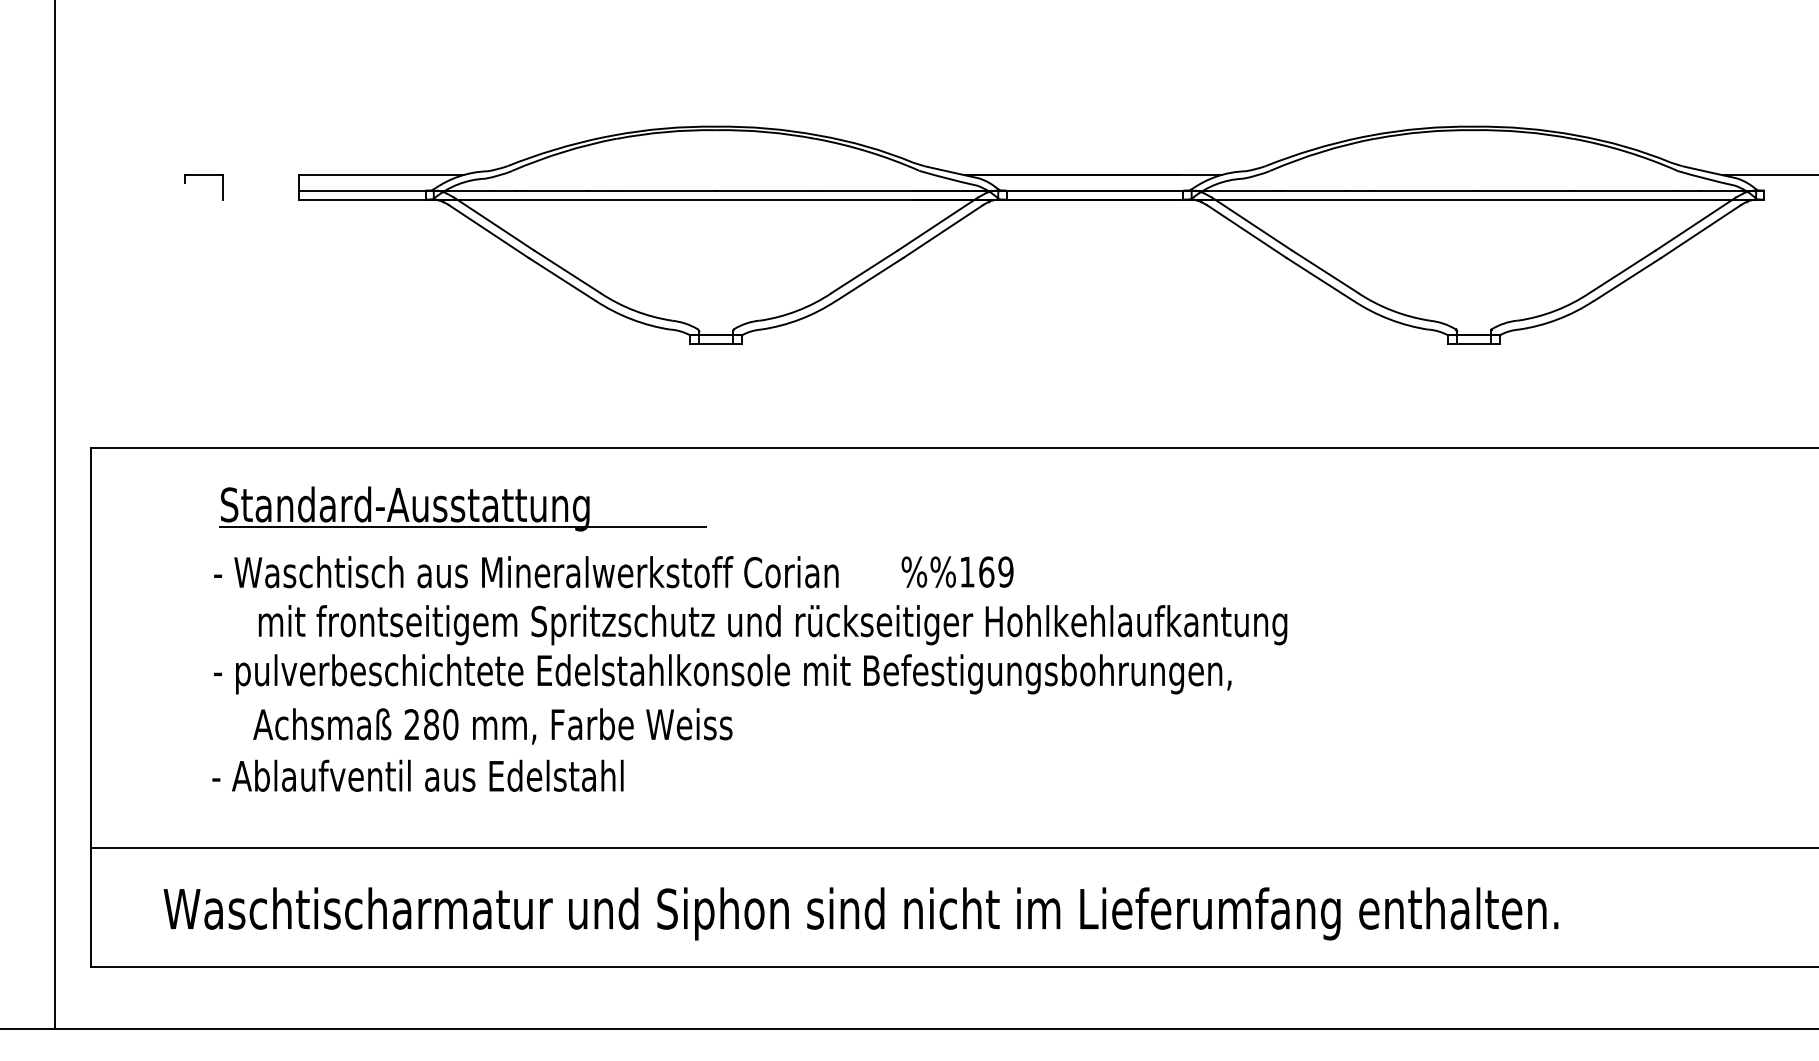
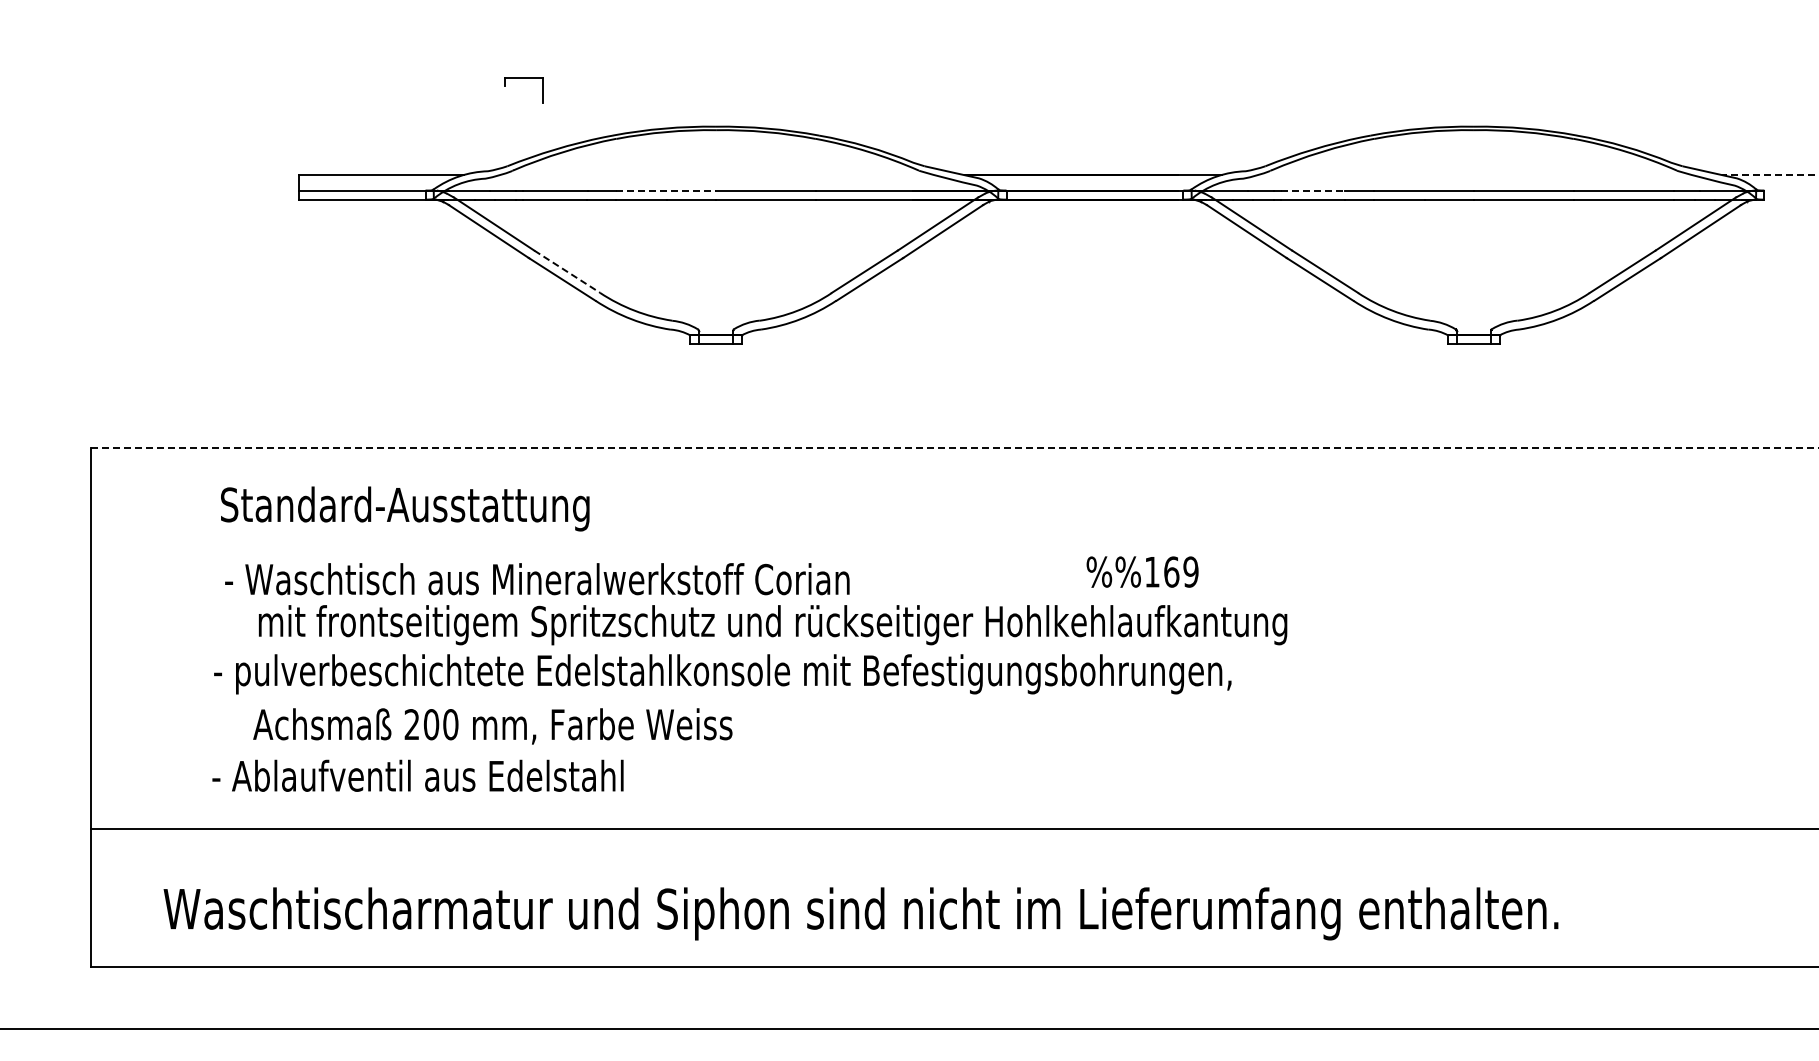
part at (203, 175) position: (203, 175) -> (523, 78)
line at (1771, 175): solid -> dashed
line at (666, 190): solid -> dashed
line at (1313, 190): solid -> dashed
line at (567, 272): solid -> dashed
line at (954, 448): solid -> dashed
line at (54, 515): present -> none
line at (462, 526): present -> none
text at (957, 571) position: (957, 571) -> (1142, 571)
text at (526, 572) position: (526, 572) -> (537, 579)
text at (431, 724): 280 -> 200
line at (953, 848) position: (953, 848) -> (953, 829)
